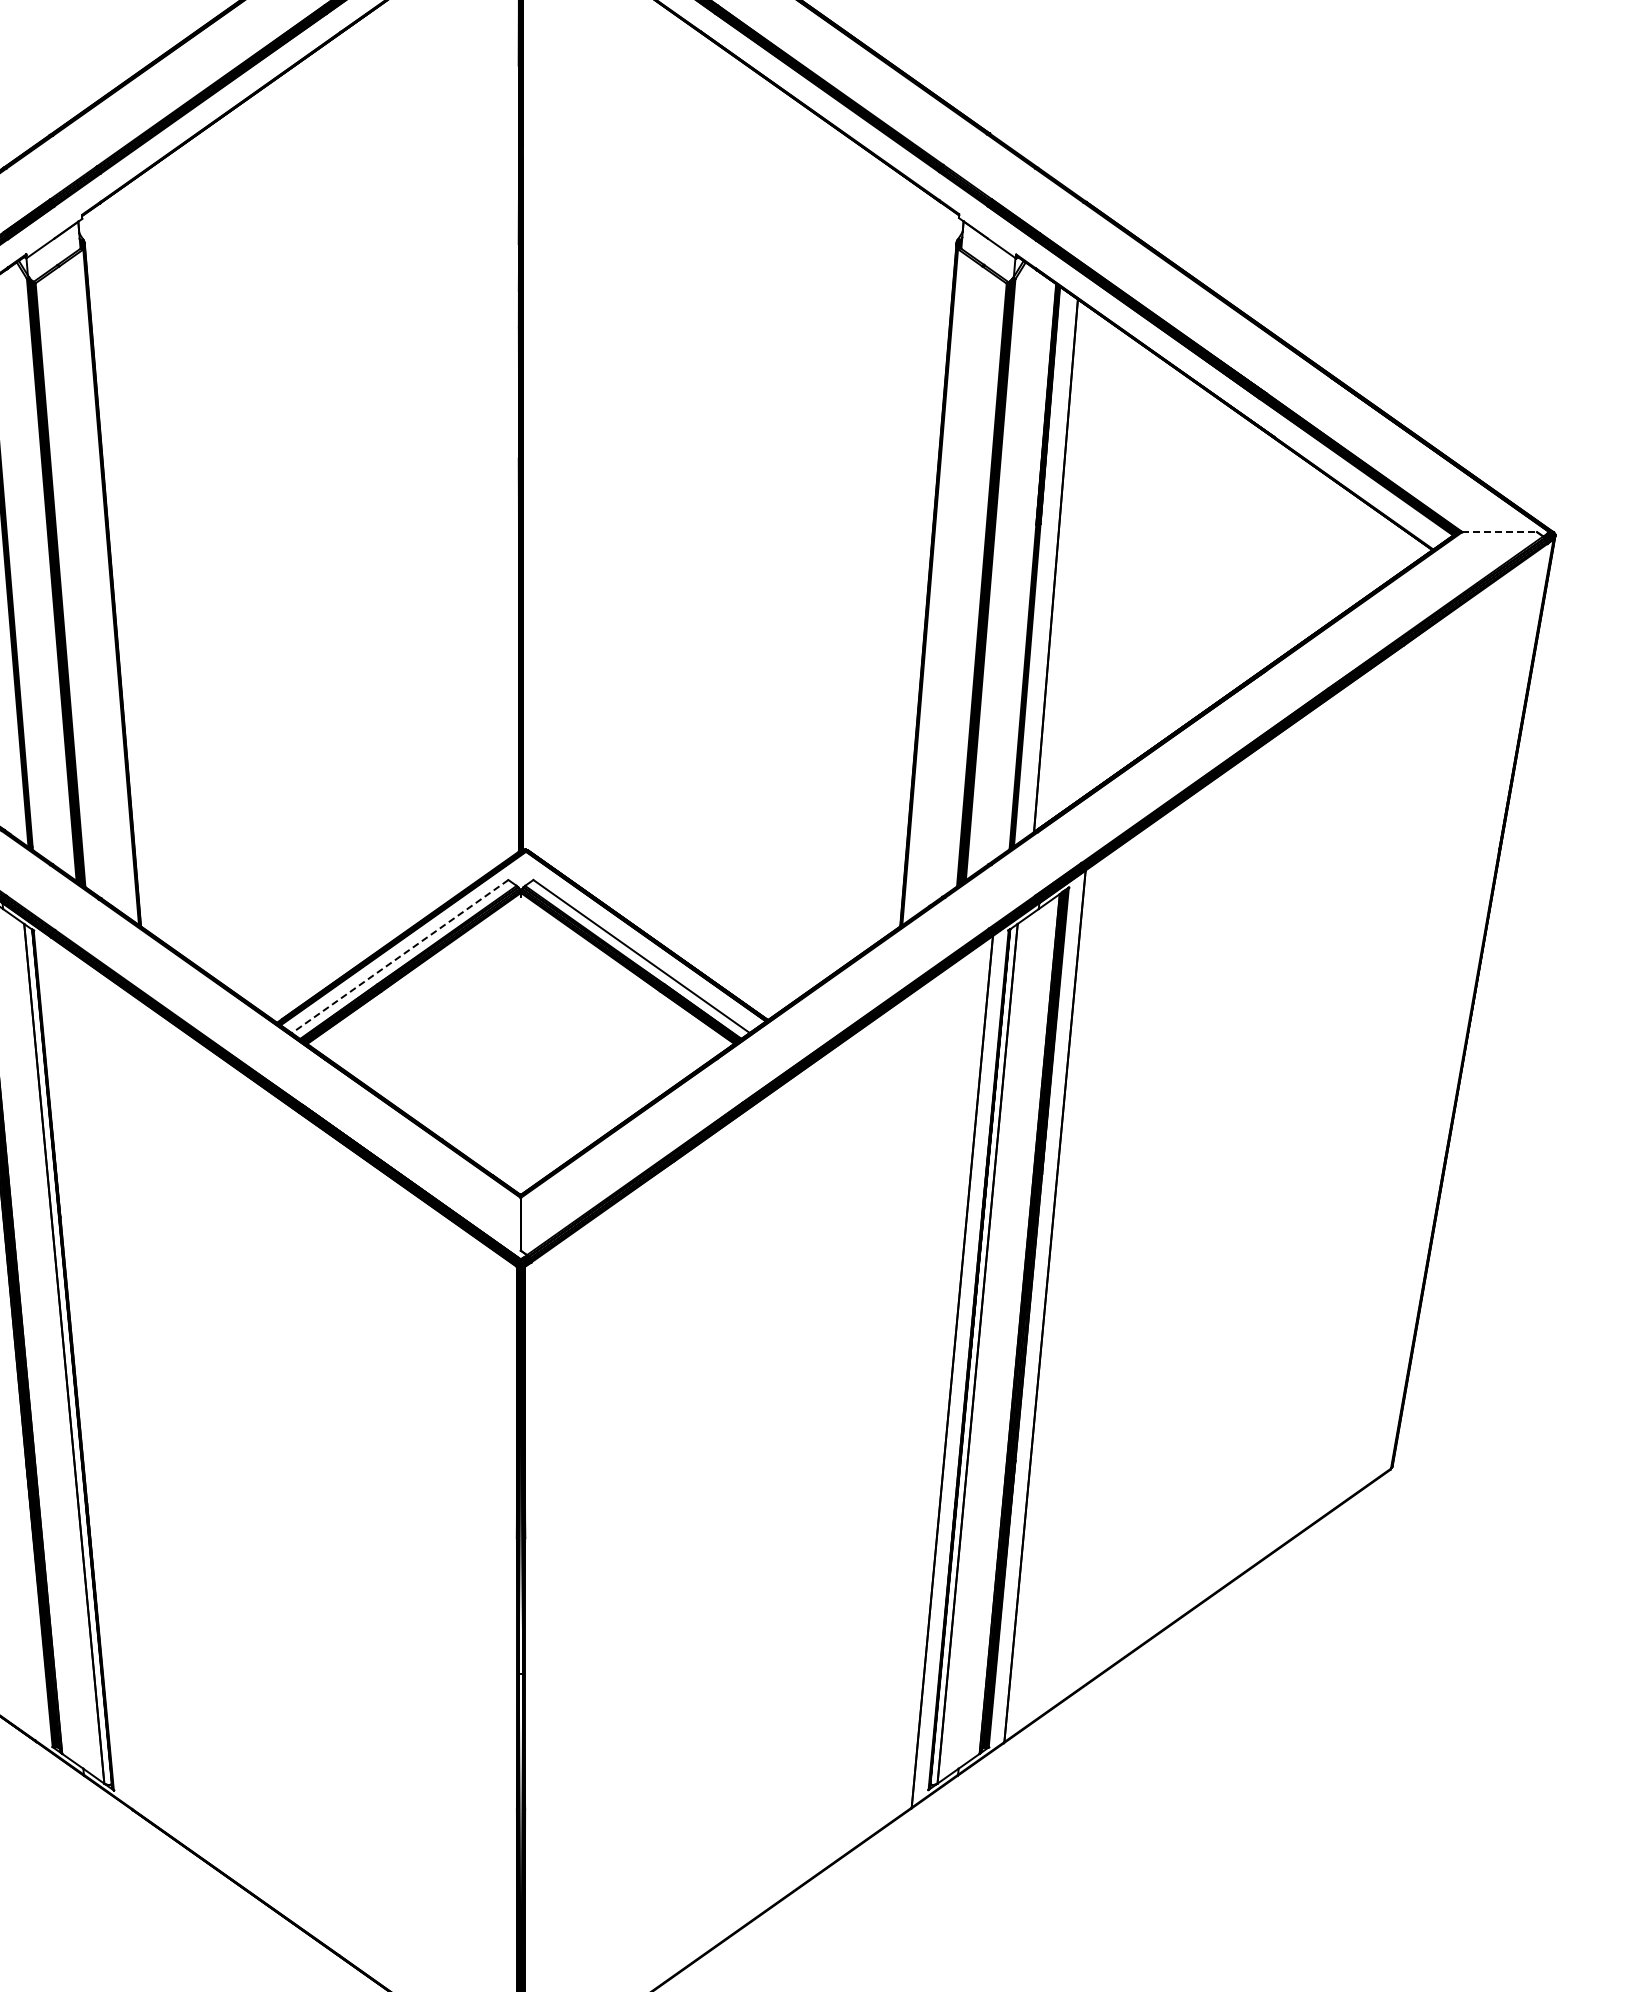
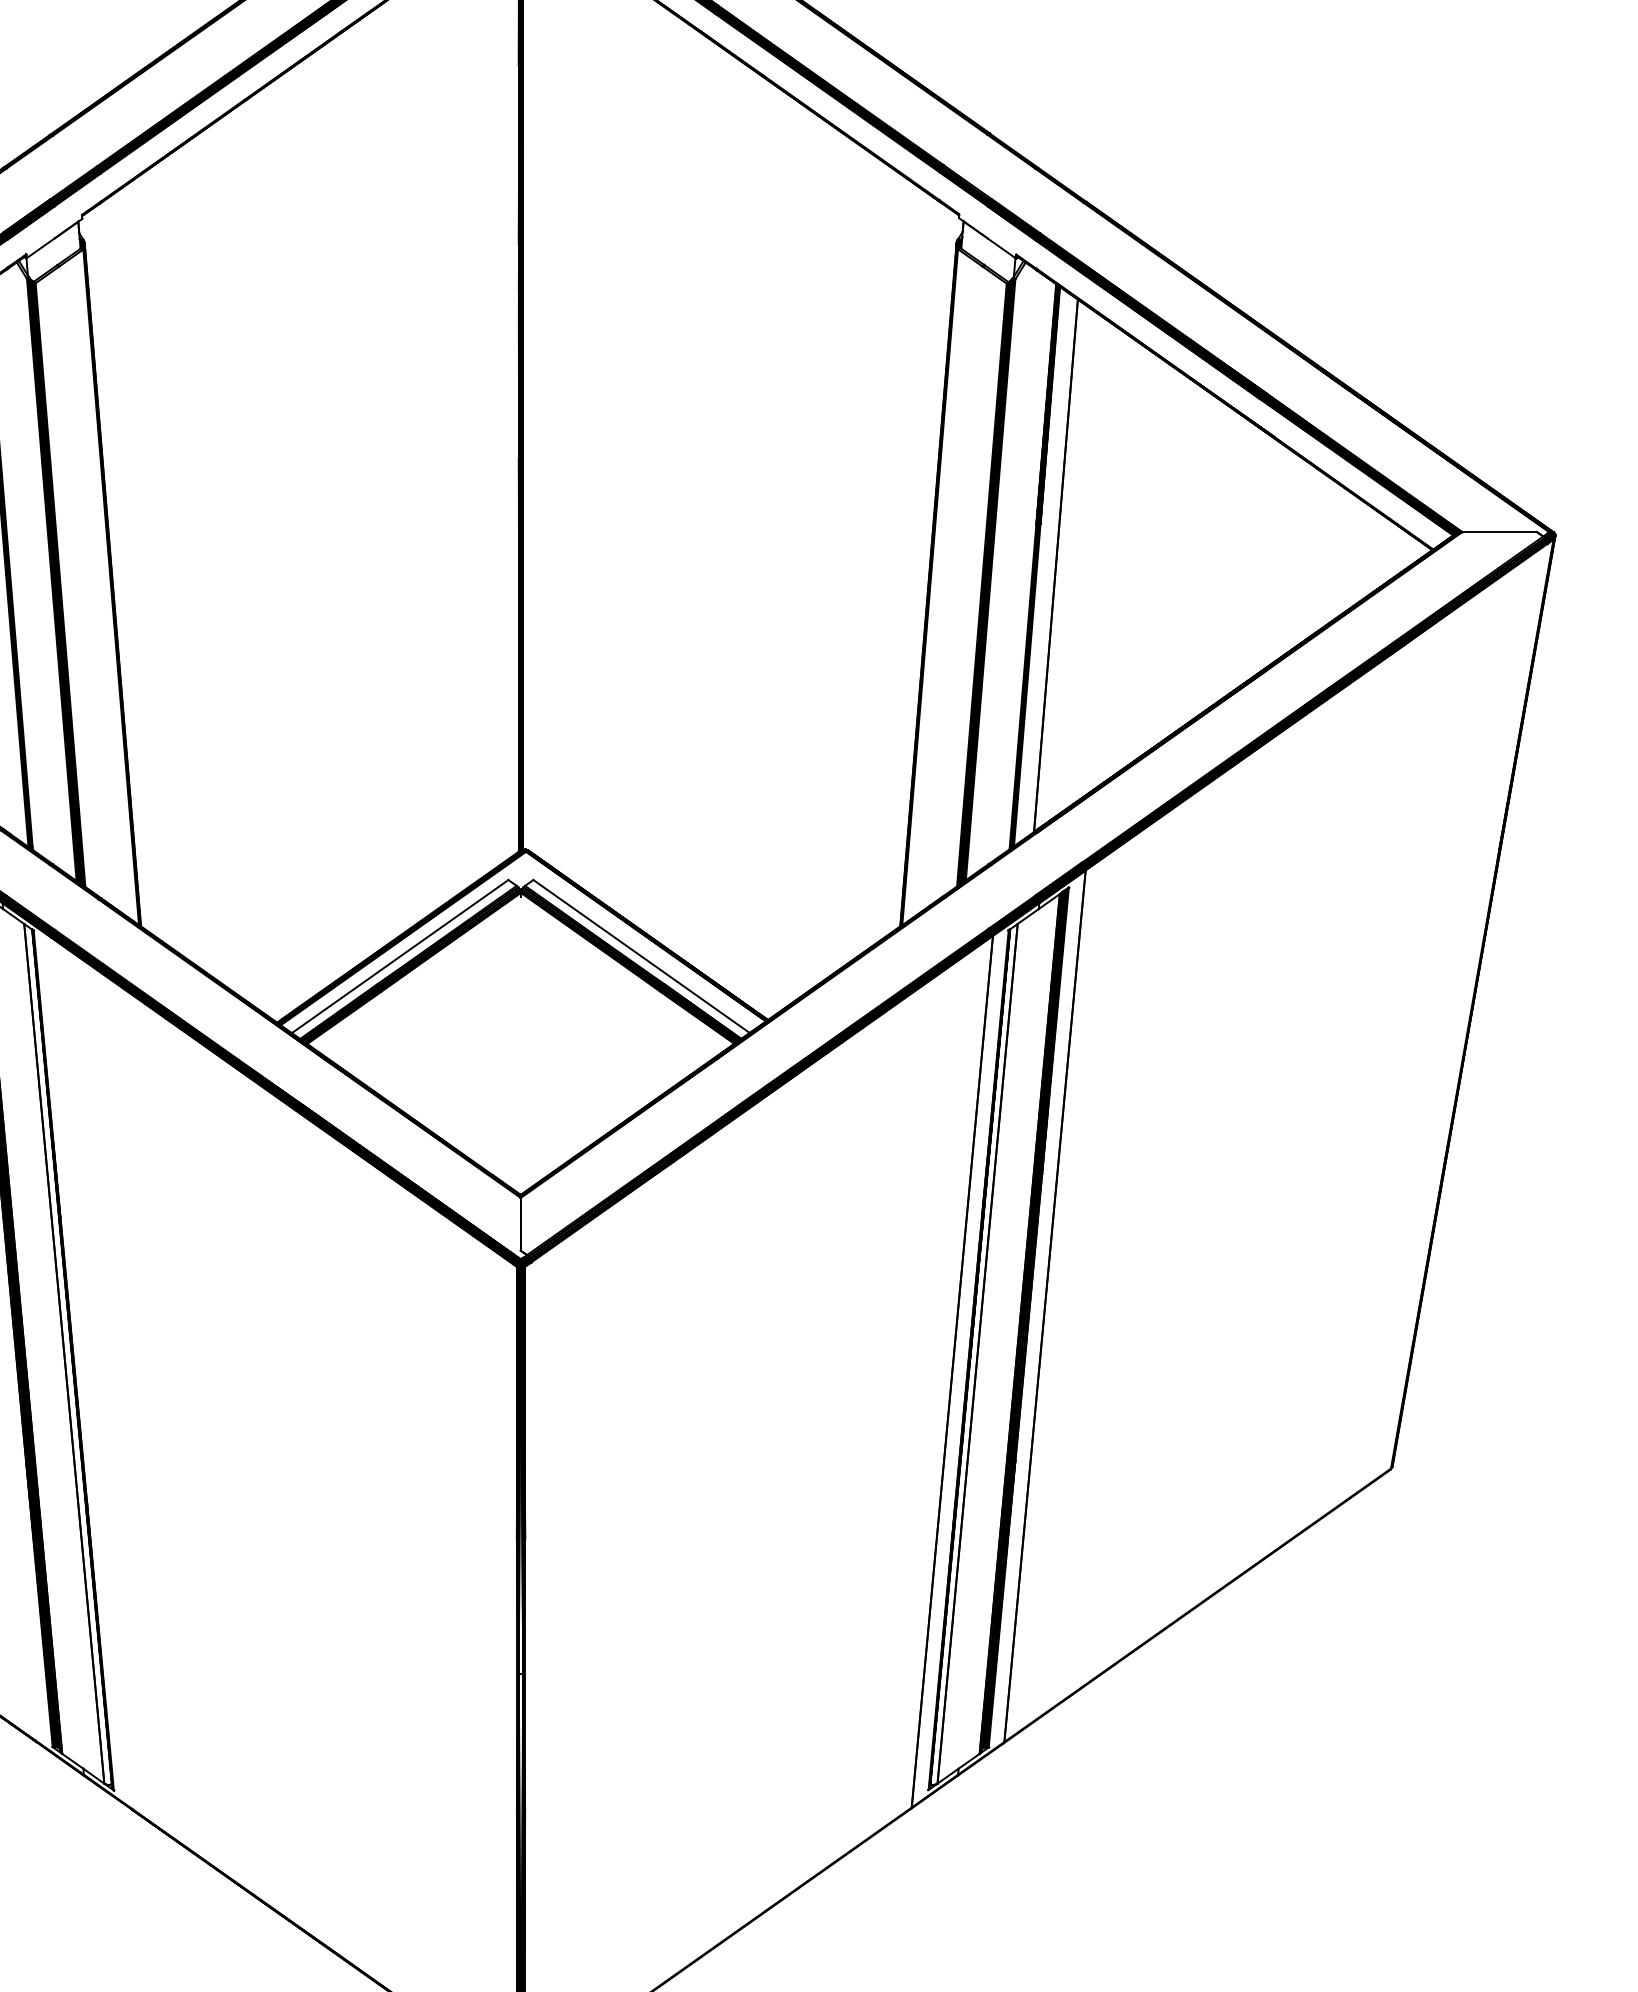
line at (1500, 532): dashed -> solid
line at (400, 956): dashed -> solid
